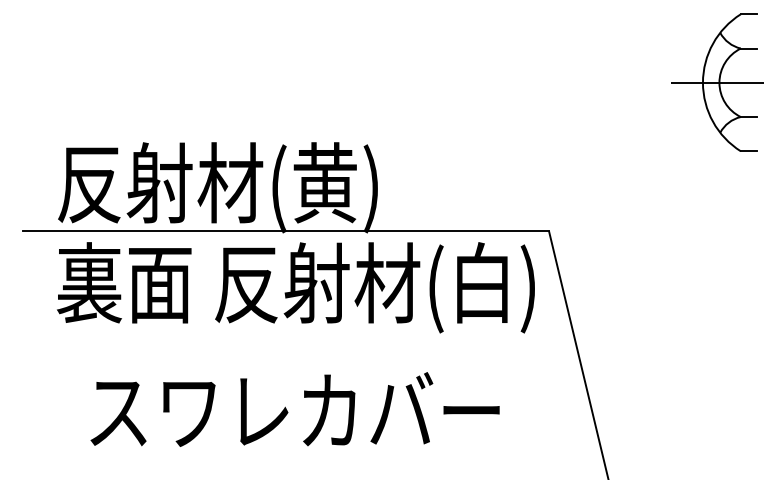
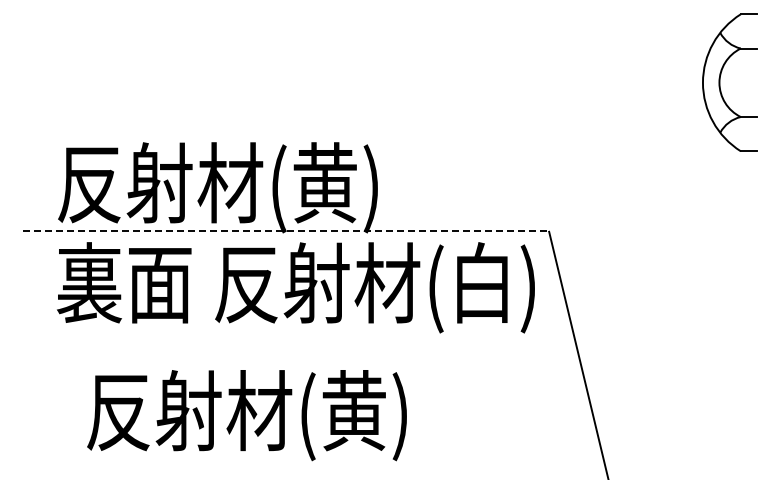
line at (715, 82): present -> none
line at (286, 230): solid -> dashed
text at (293, 415): スワレカバー -> 反射材(黄)
